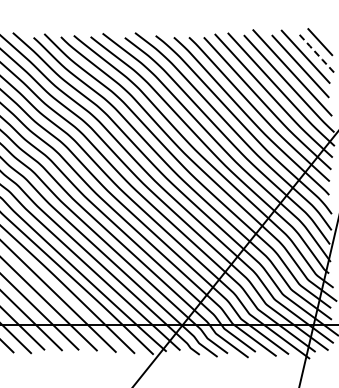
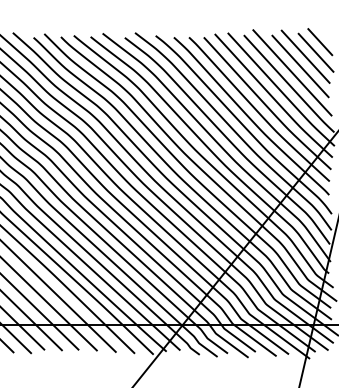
line at (315, 52): dashed -> solid
